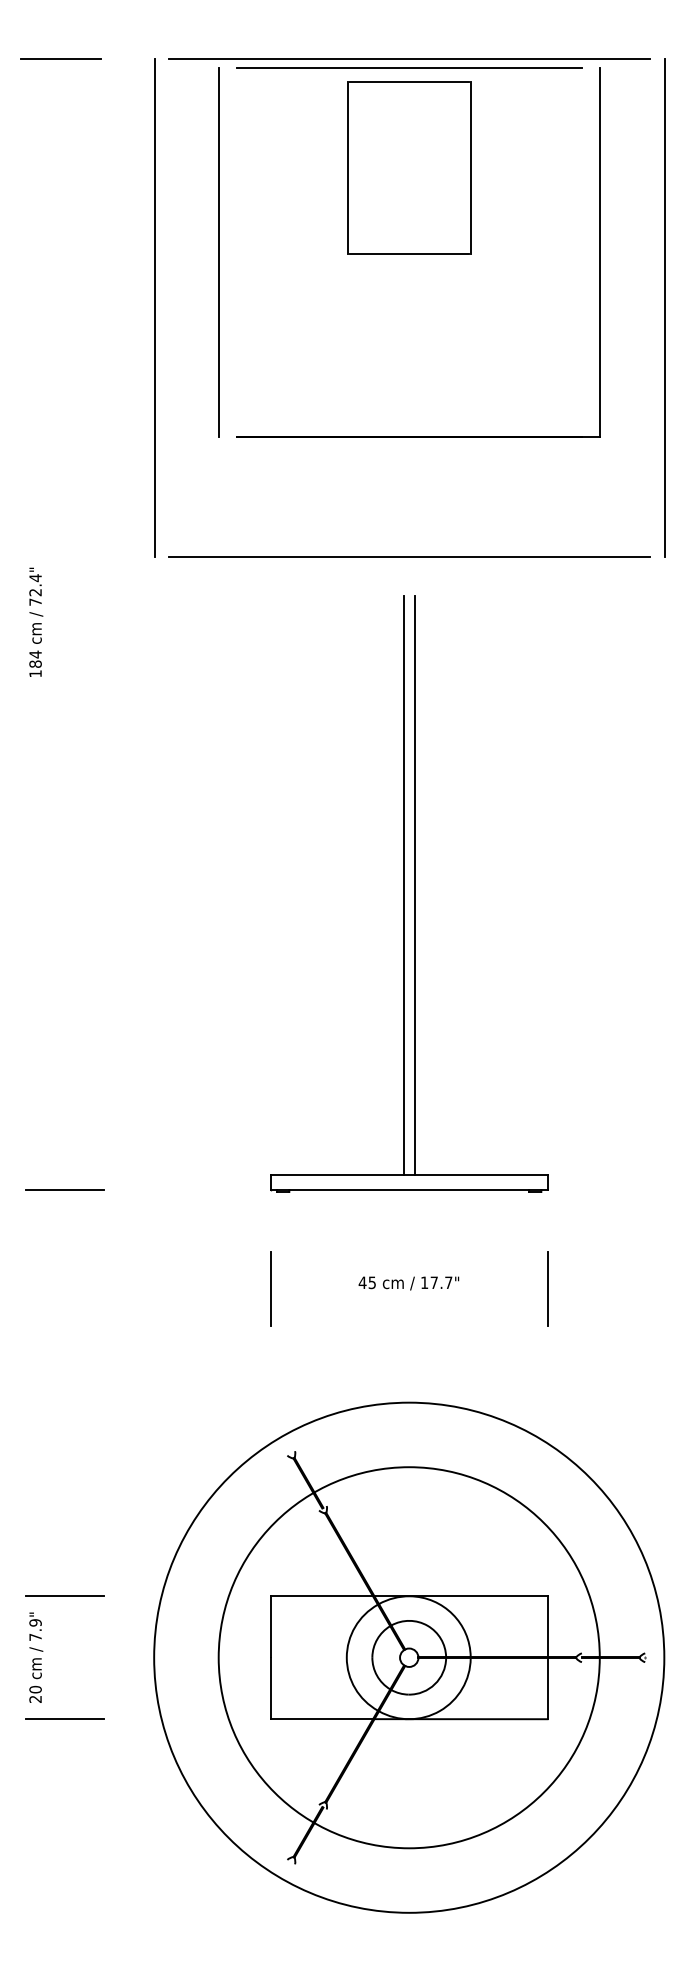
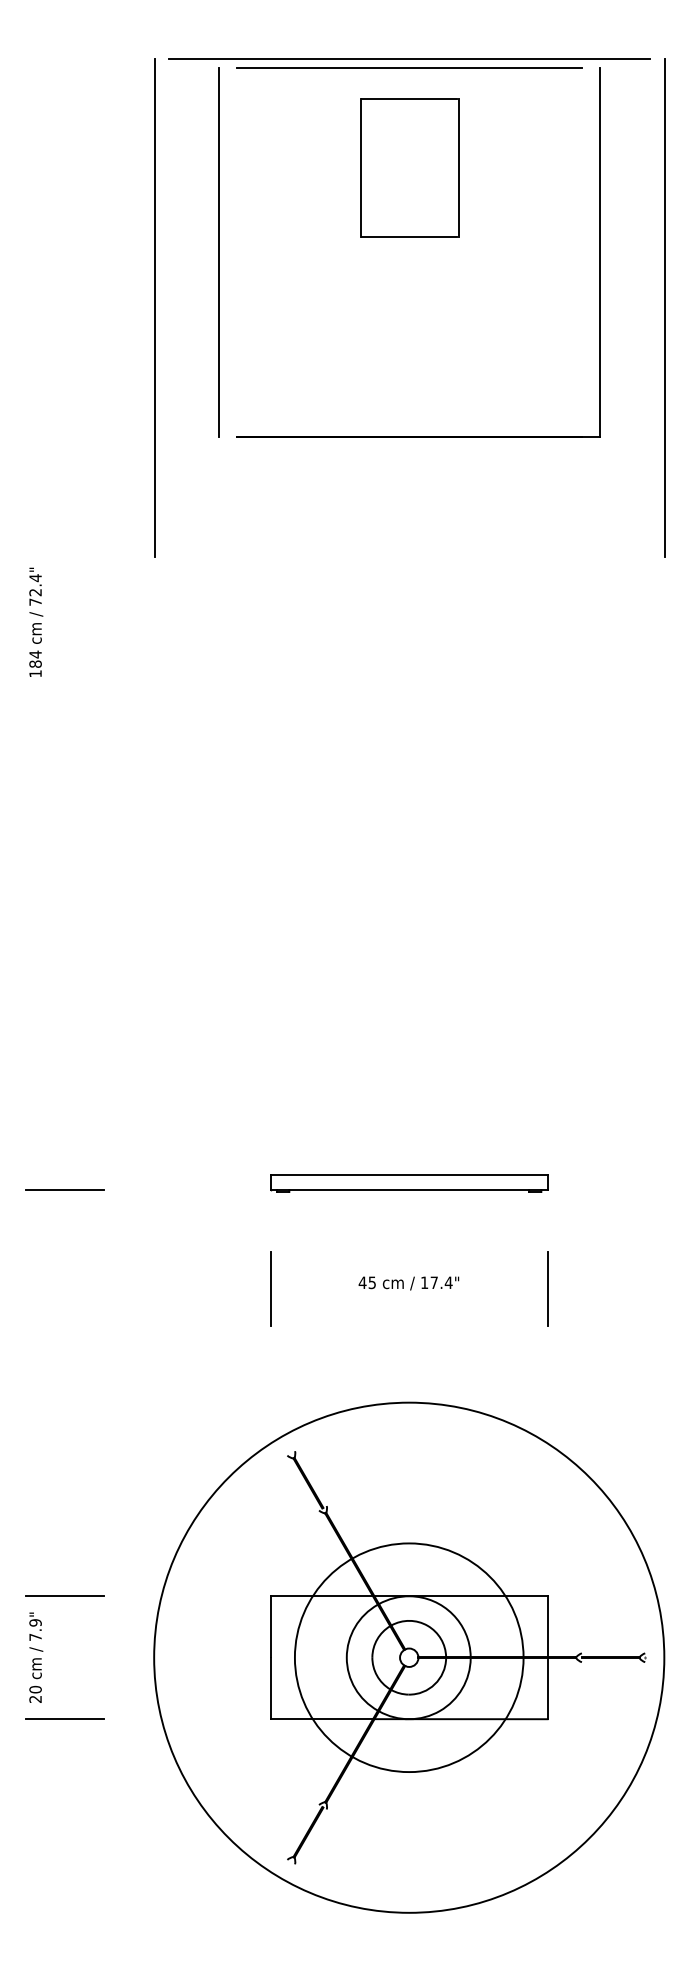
line at (60, 59): present -> none
part at (409, 167) size: 125x174 px -> 100x140 px
line at (409, 557): present -> none
line at (403, 884): present -> none
line at (414, 884): present -> none
text at (448, 1282): 17.7" -> 17.4"
circle at (408, 1657) diameter: 381 px -> 229 px
